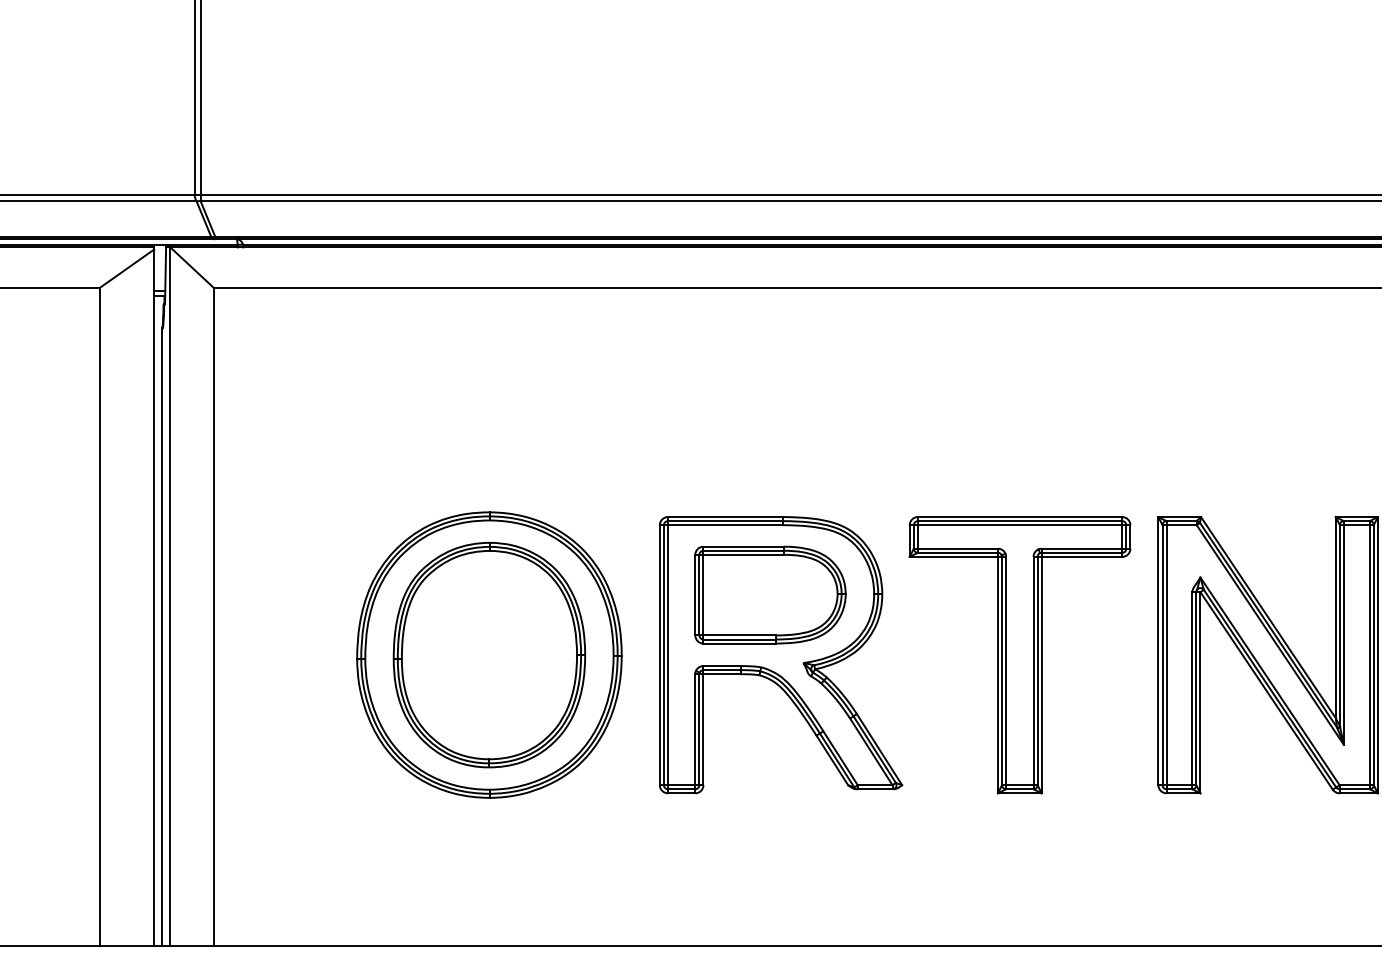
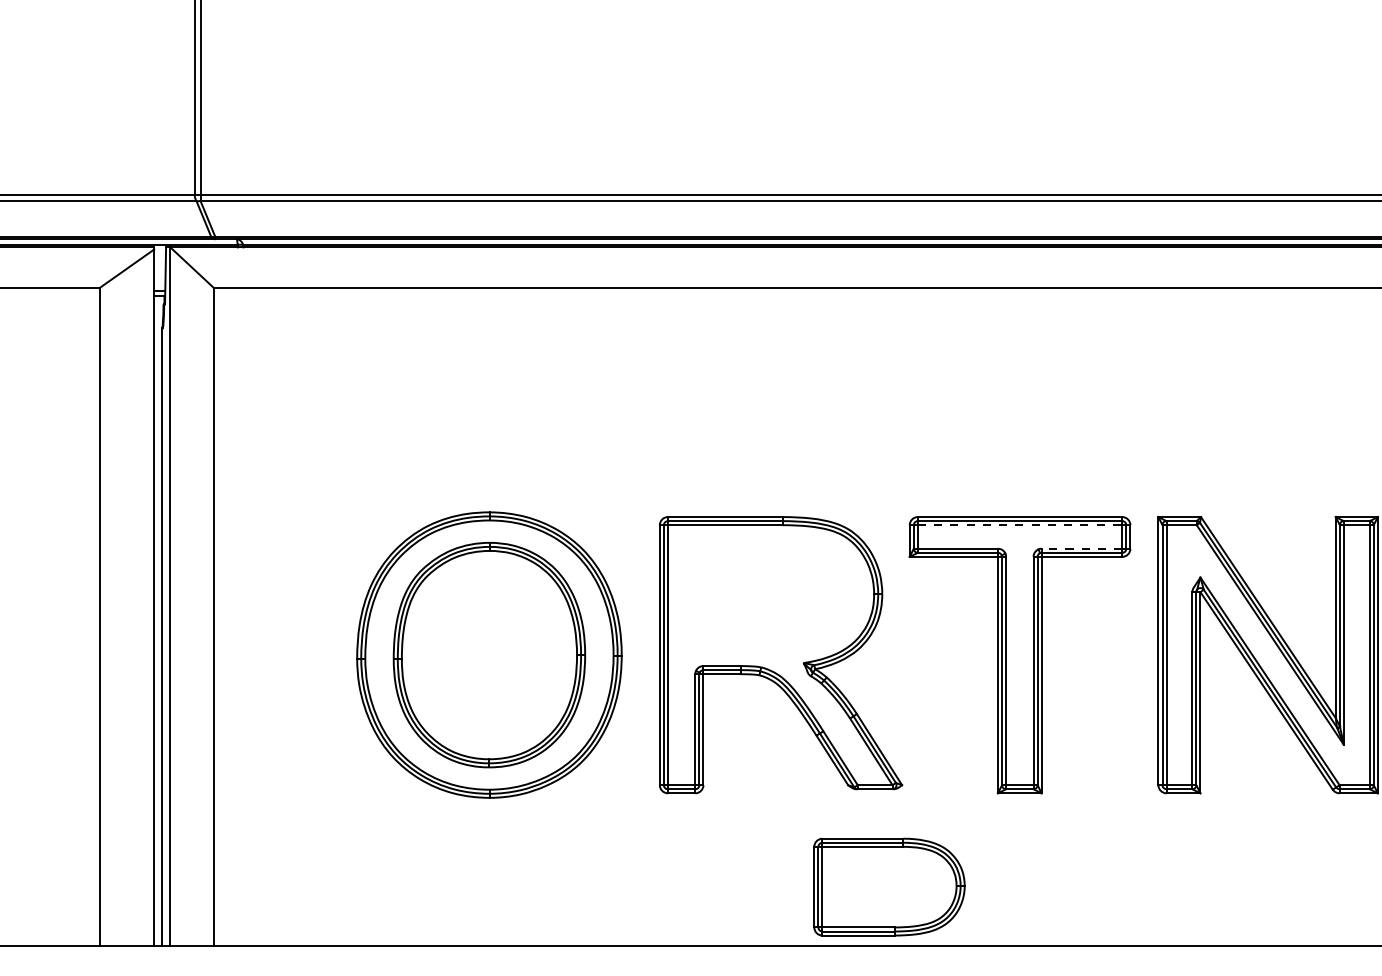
line at (1020, 525): solid -> dashed
line at (1081, 548): solid -> dashed
part at (770, 594) position: (770, 594) -> (889, 886)
